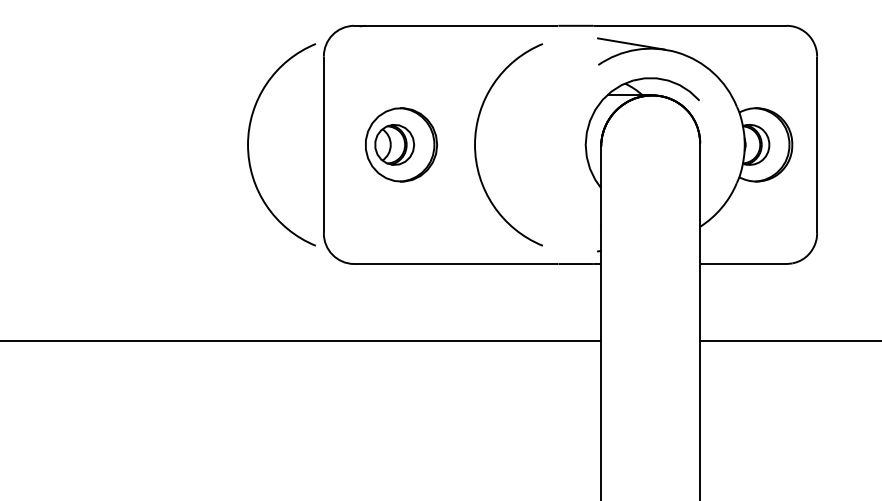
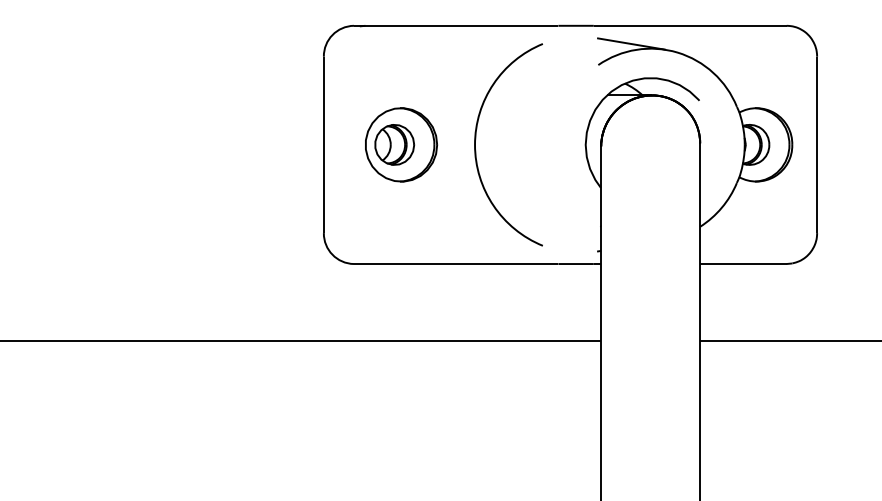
curve at (249, 139): present -> none
